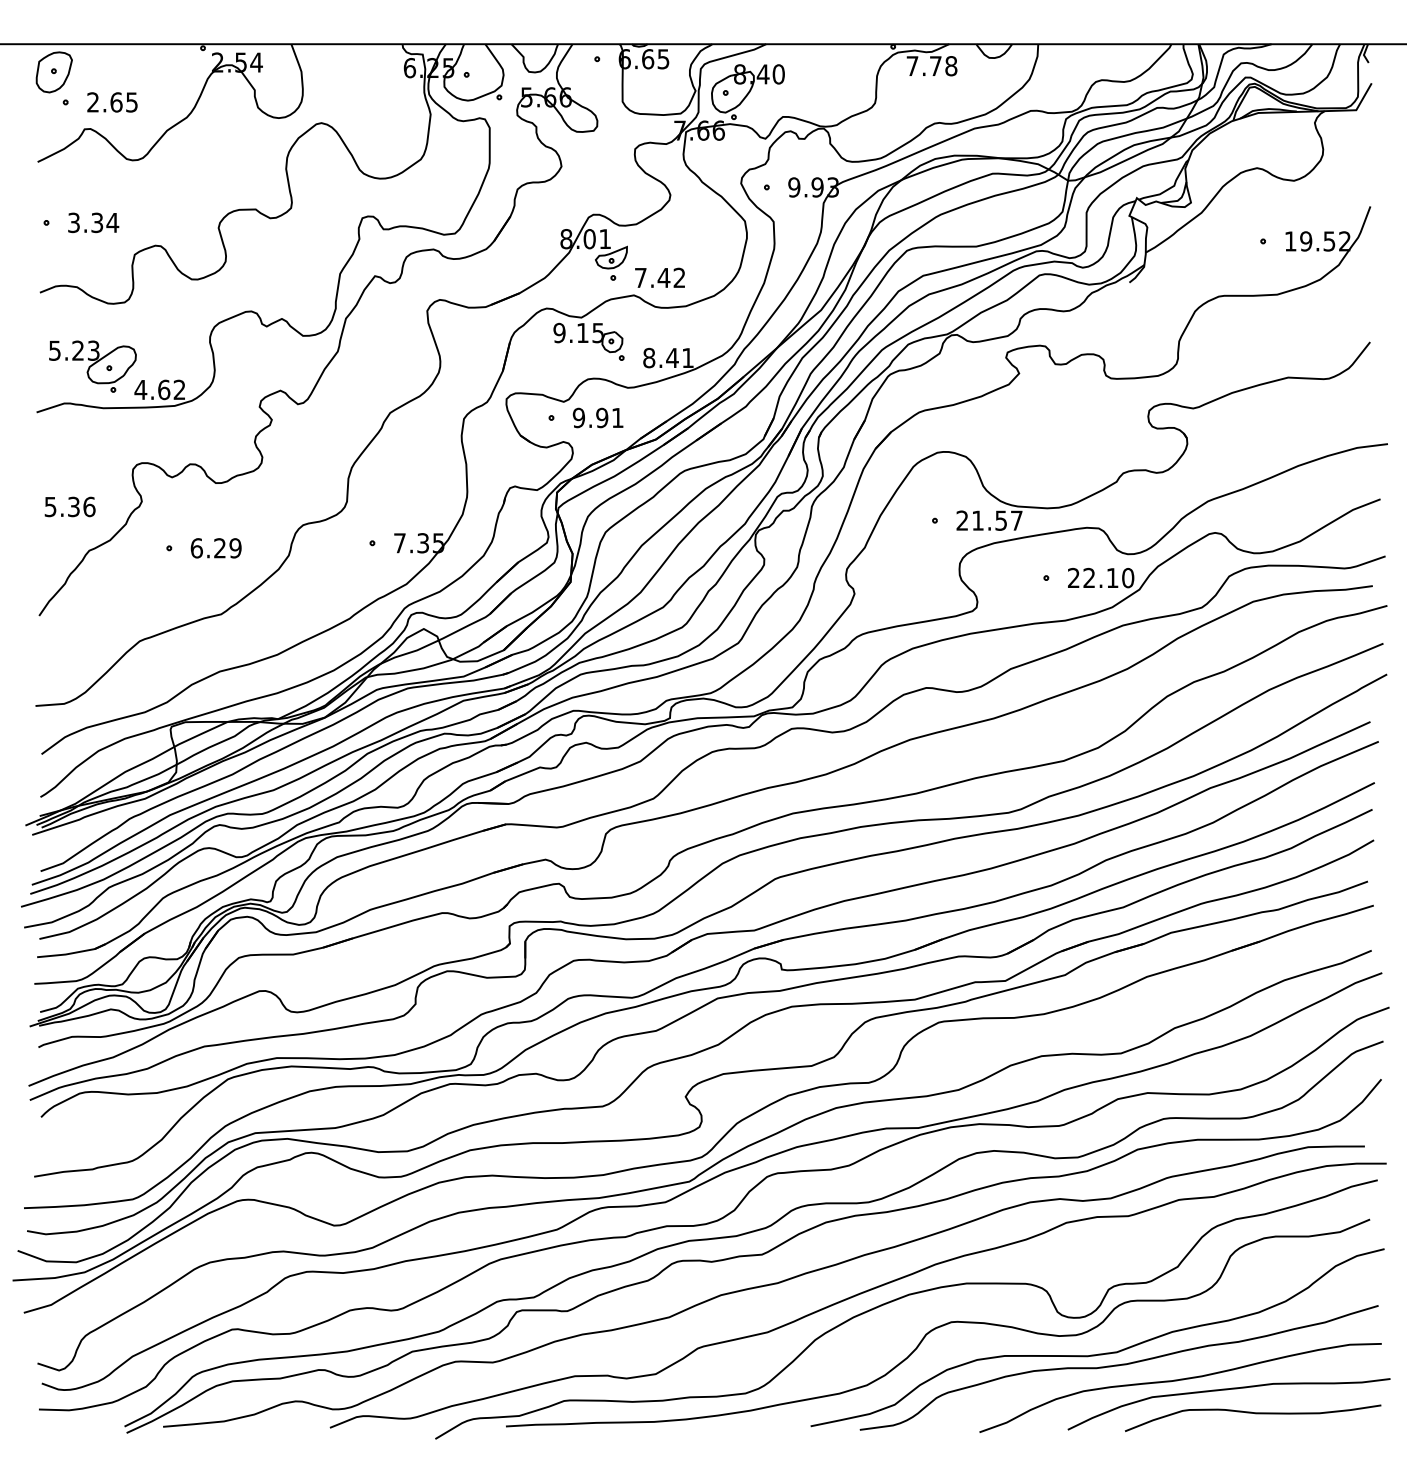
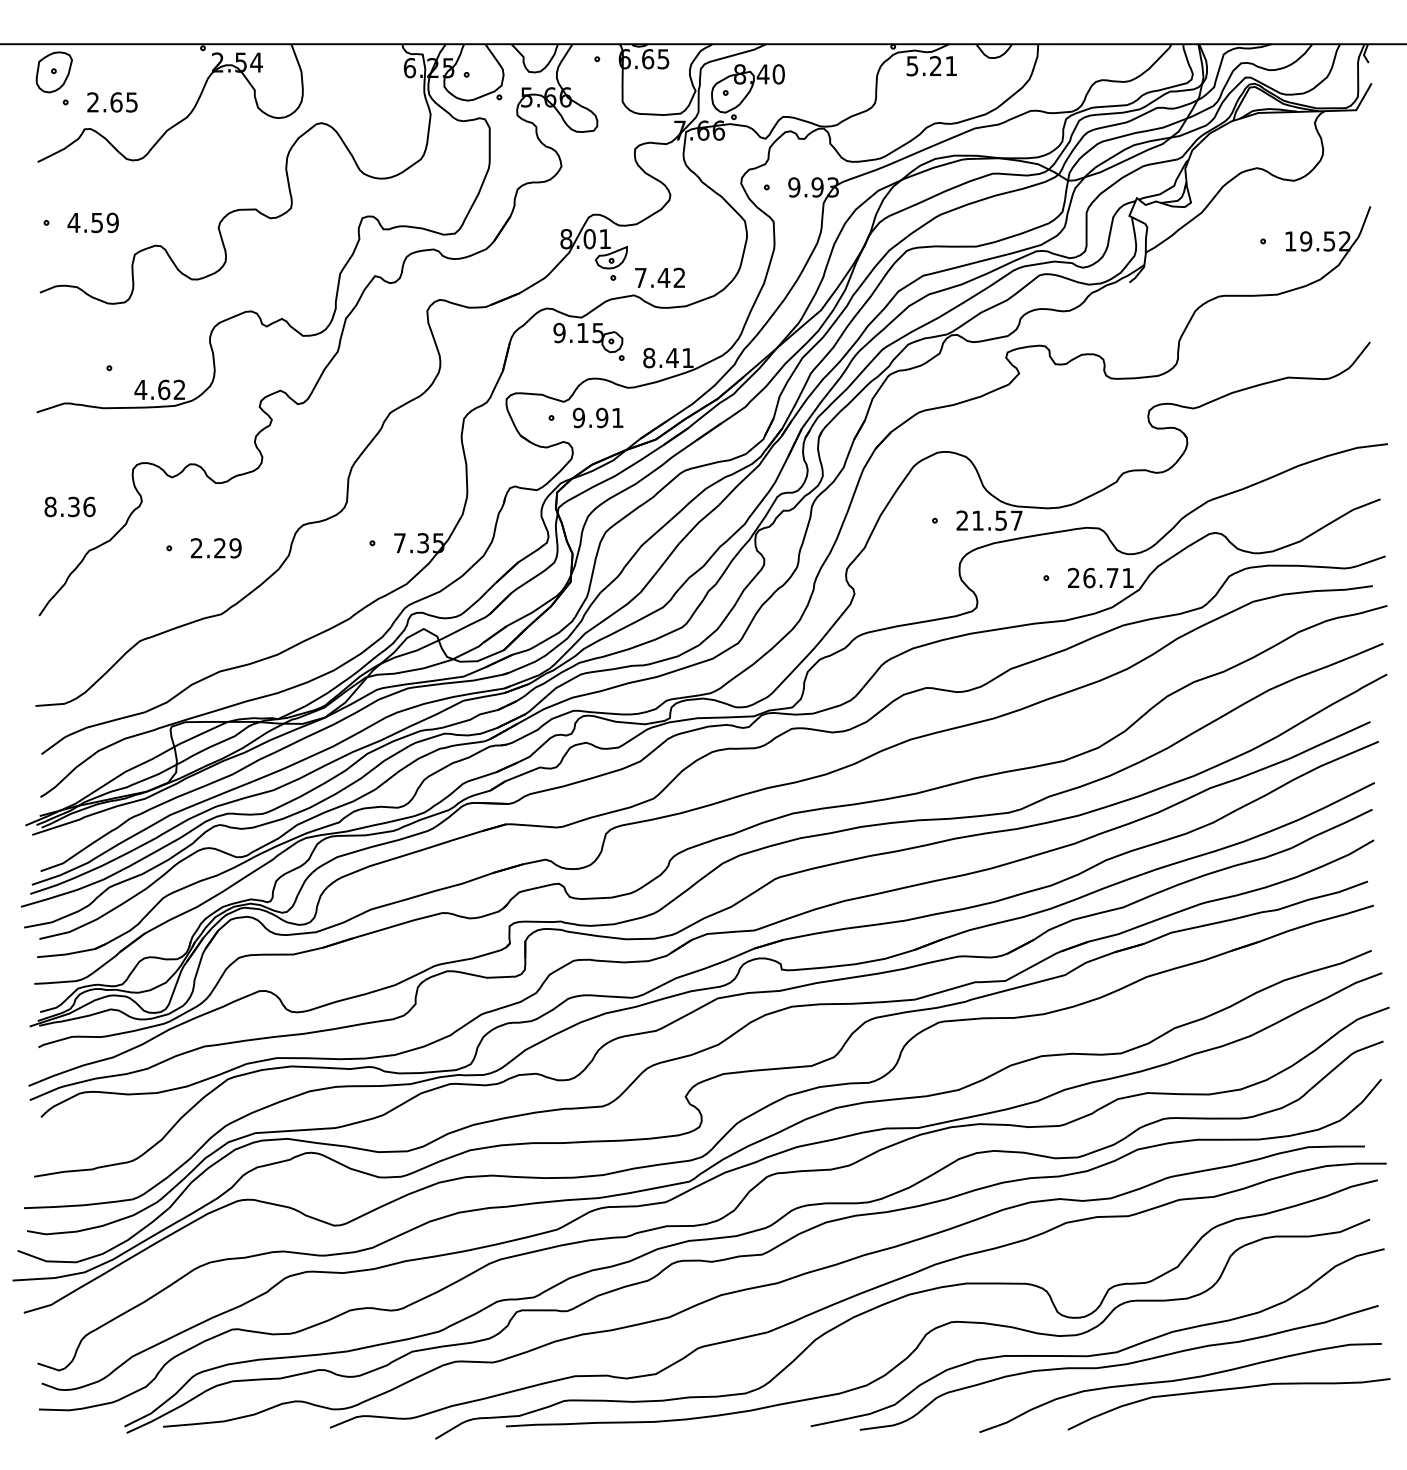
text at (931, 66): 7.78 -> 5.21
text at (93, 222): 3.34 -> 4.59
part at (92, 366): present -> none
text at (50, 506): 5.36 -> 8.36
text at (196, 548): 6.29 -> 2.29
text at (1108, 577): 22.10 -> 26.71
curve at (1255, 1414): present -> none
